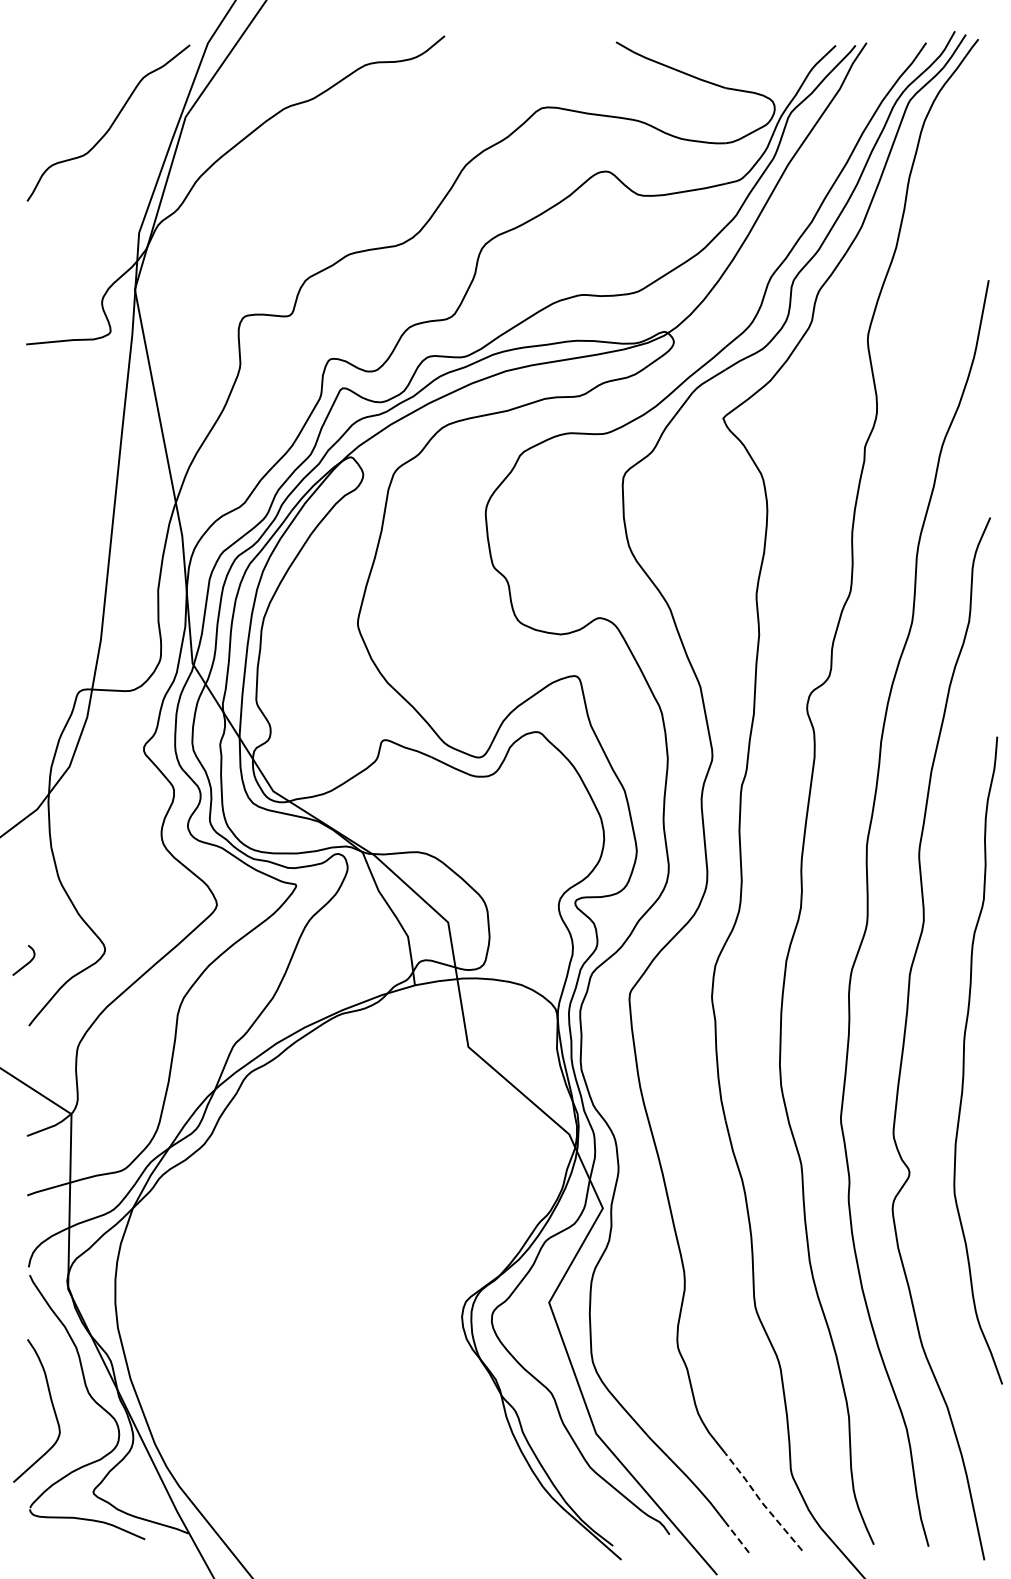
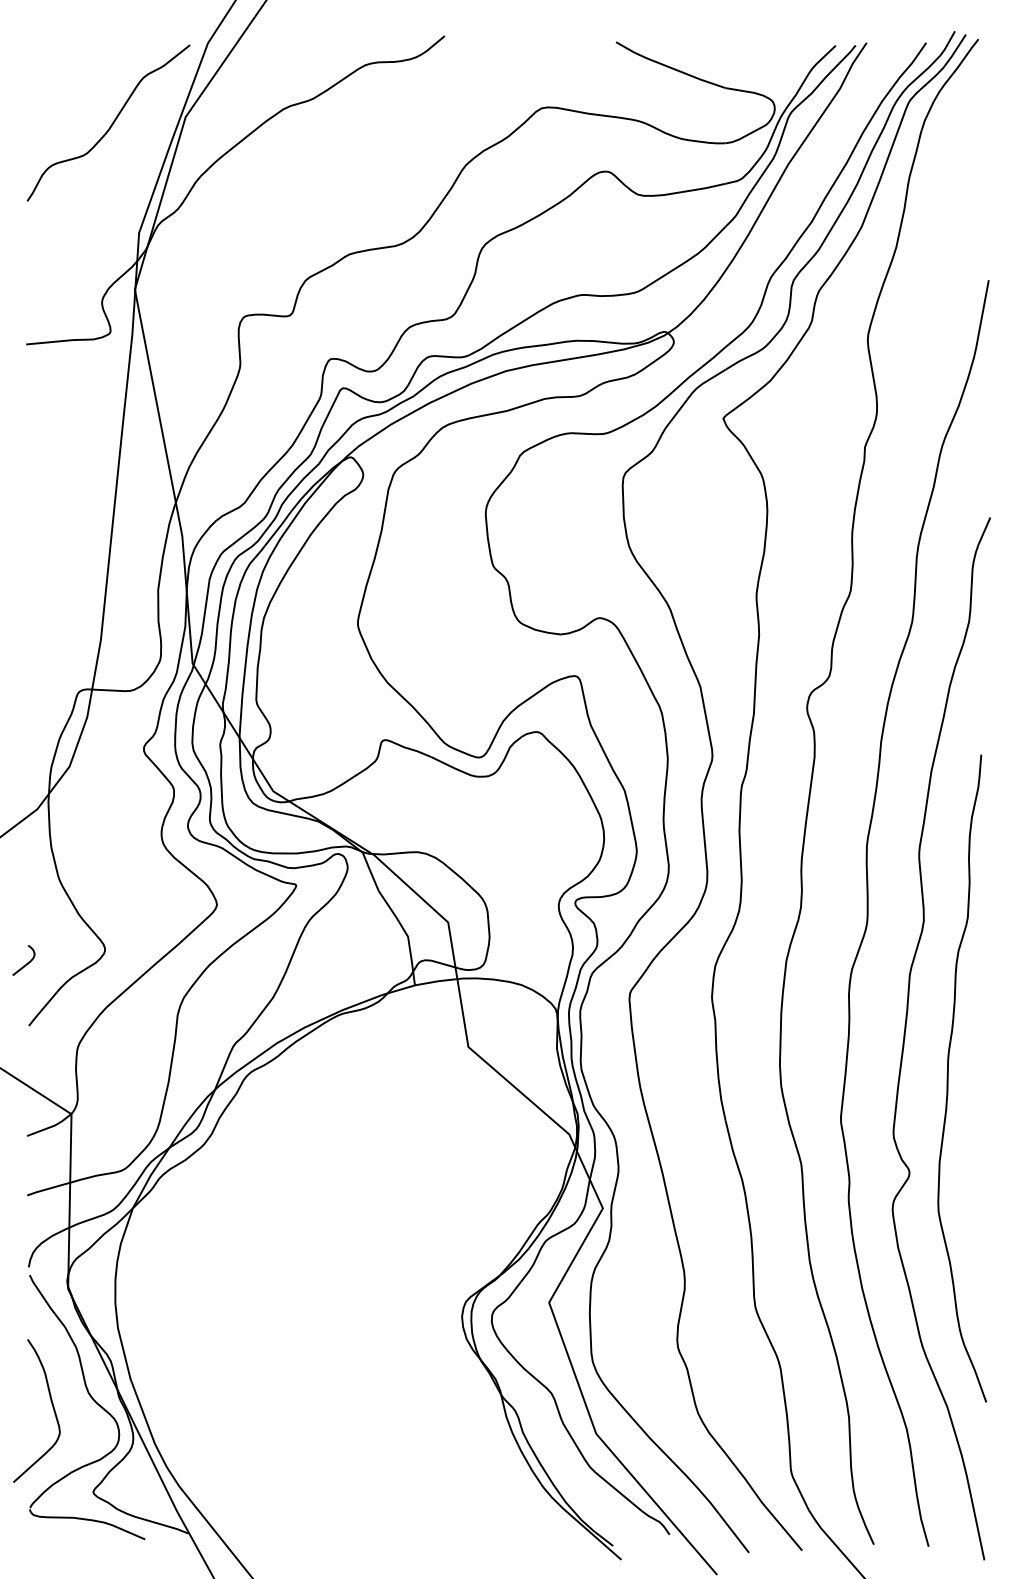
curve at (964, 1060) position: (964, 1060) -> (948, 1078)
line at (762, 1502): dashed -> solid
line at (737, 1537): dashed -> solid
